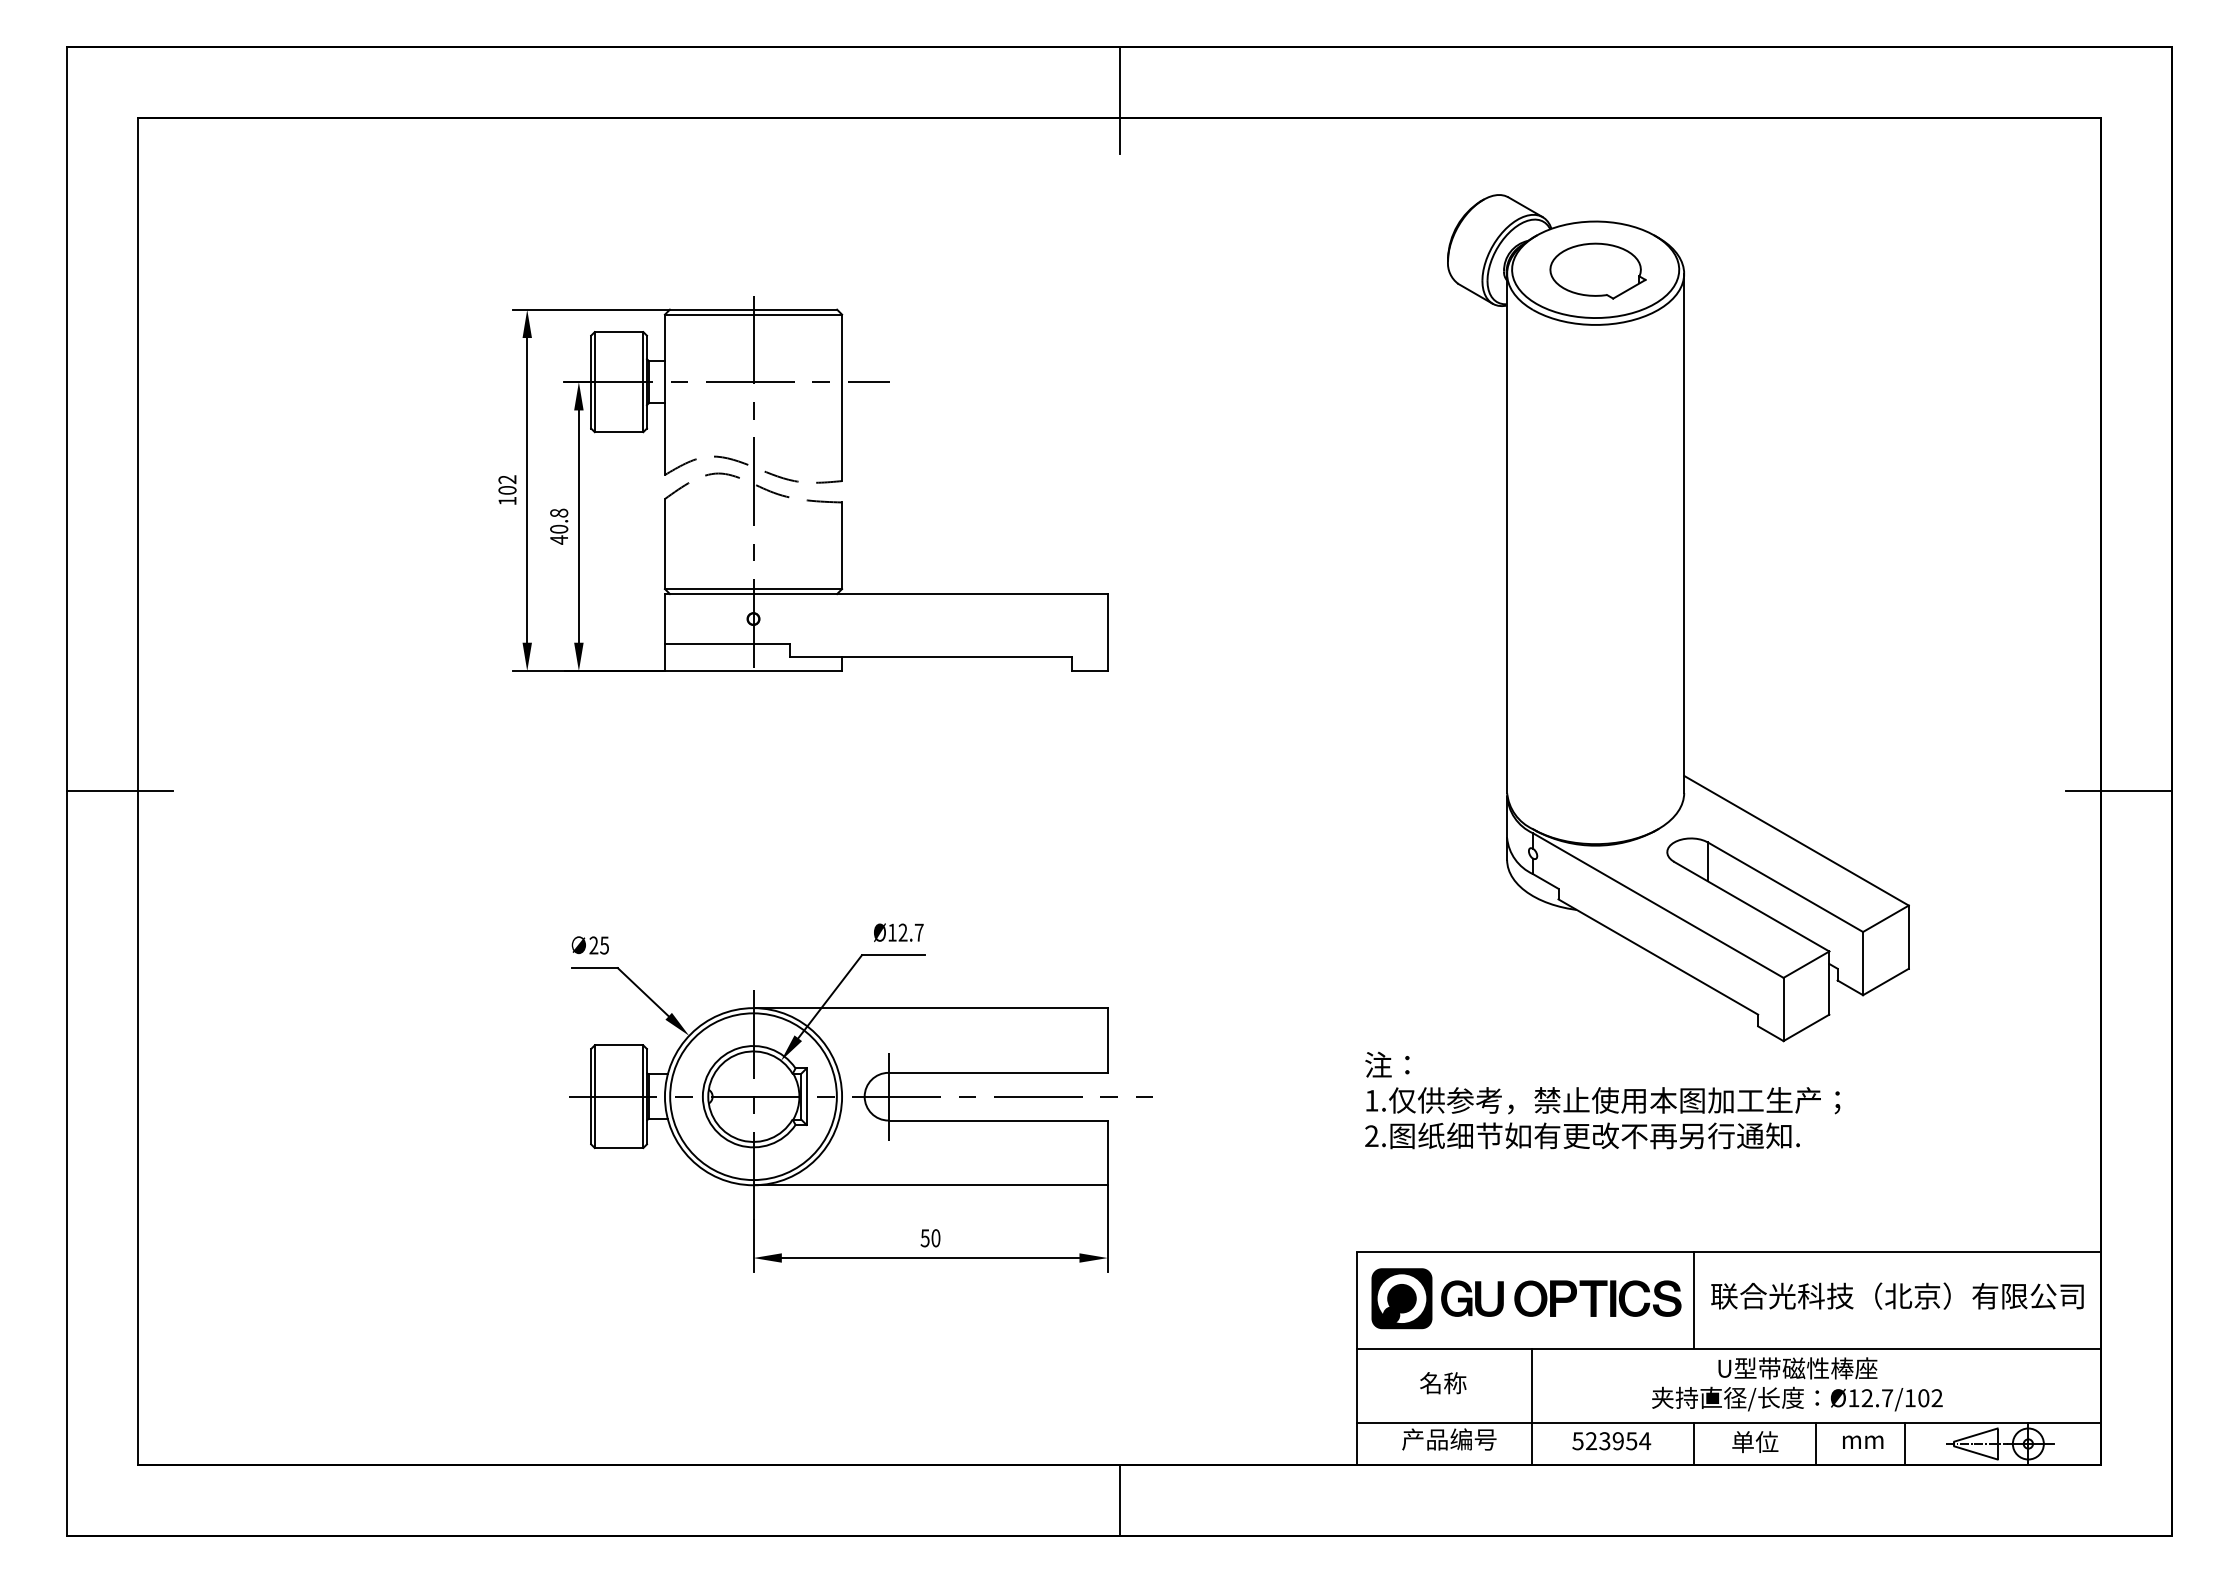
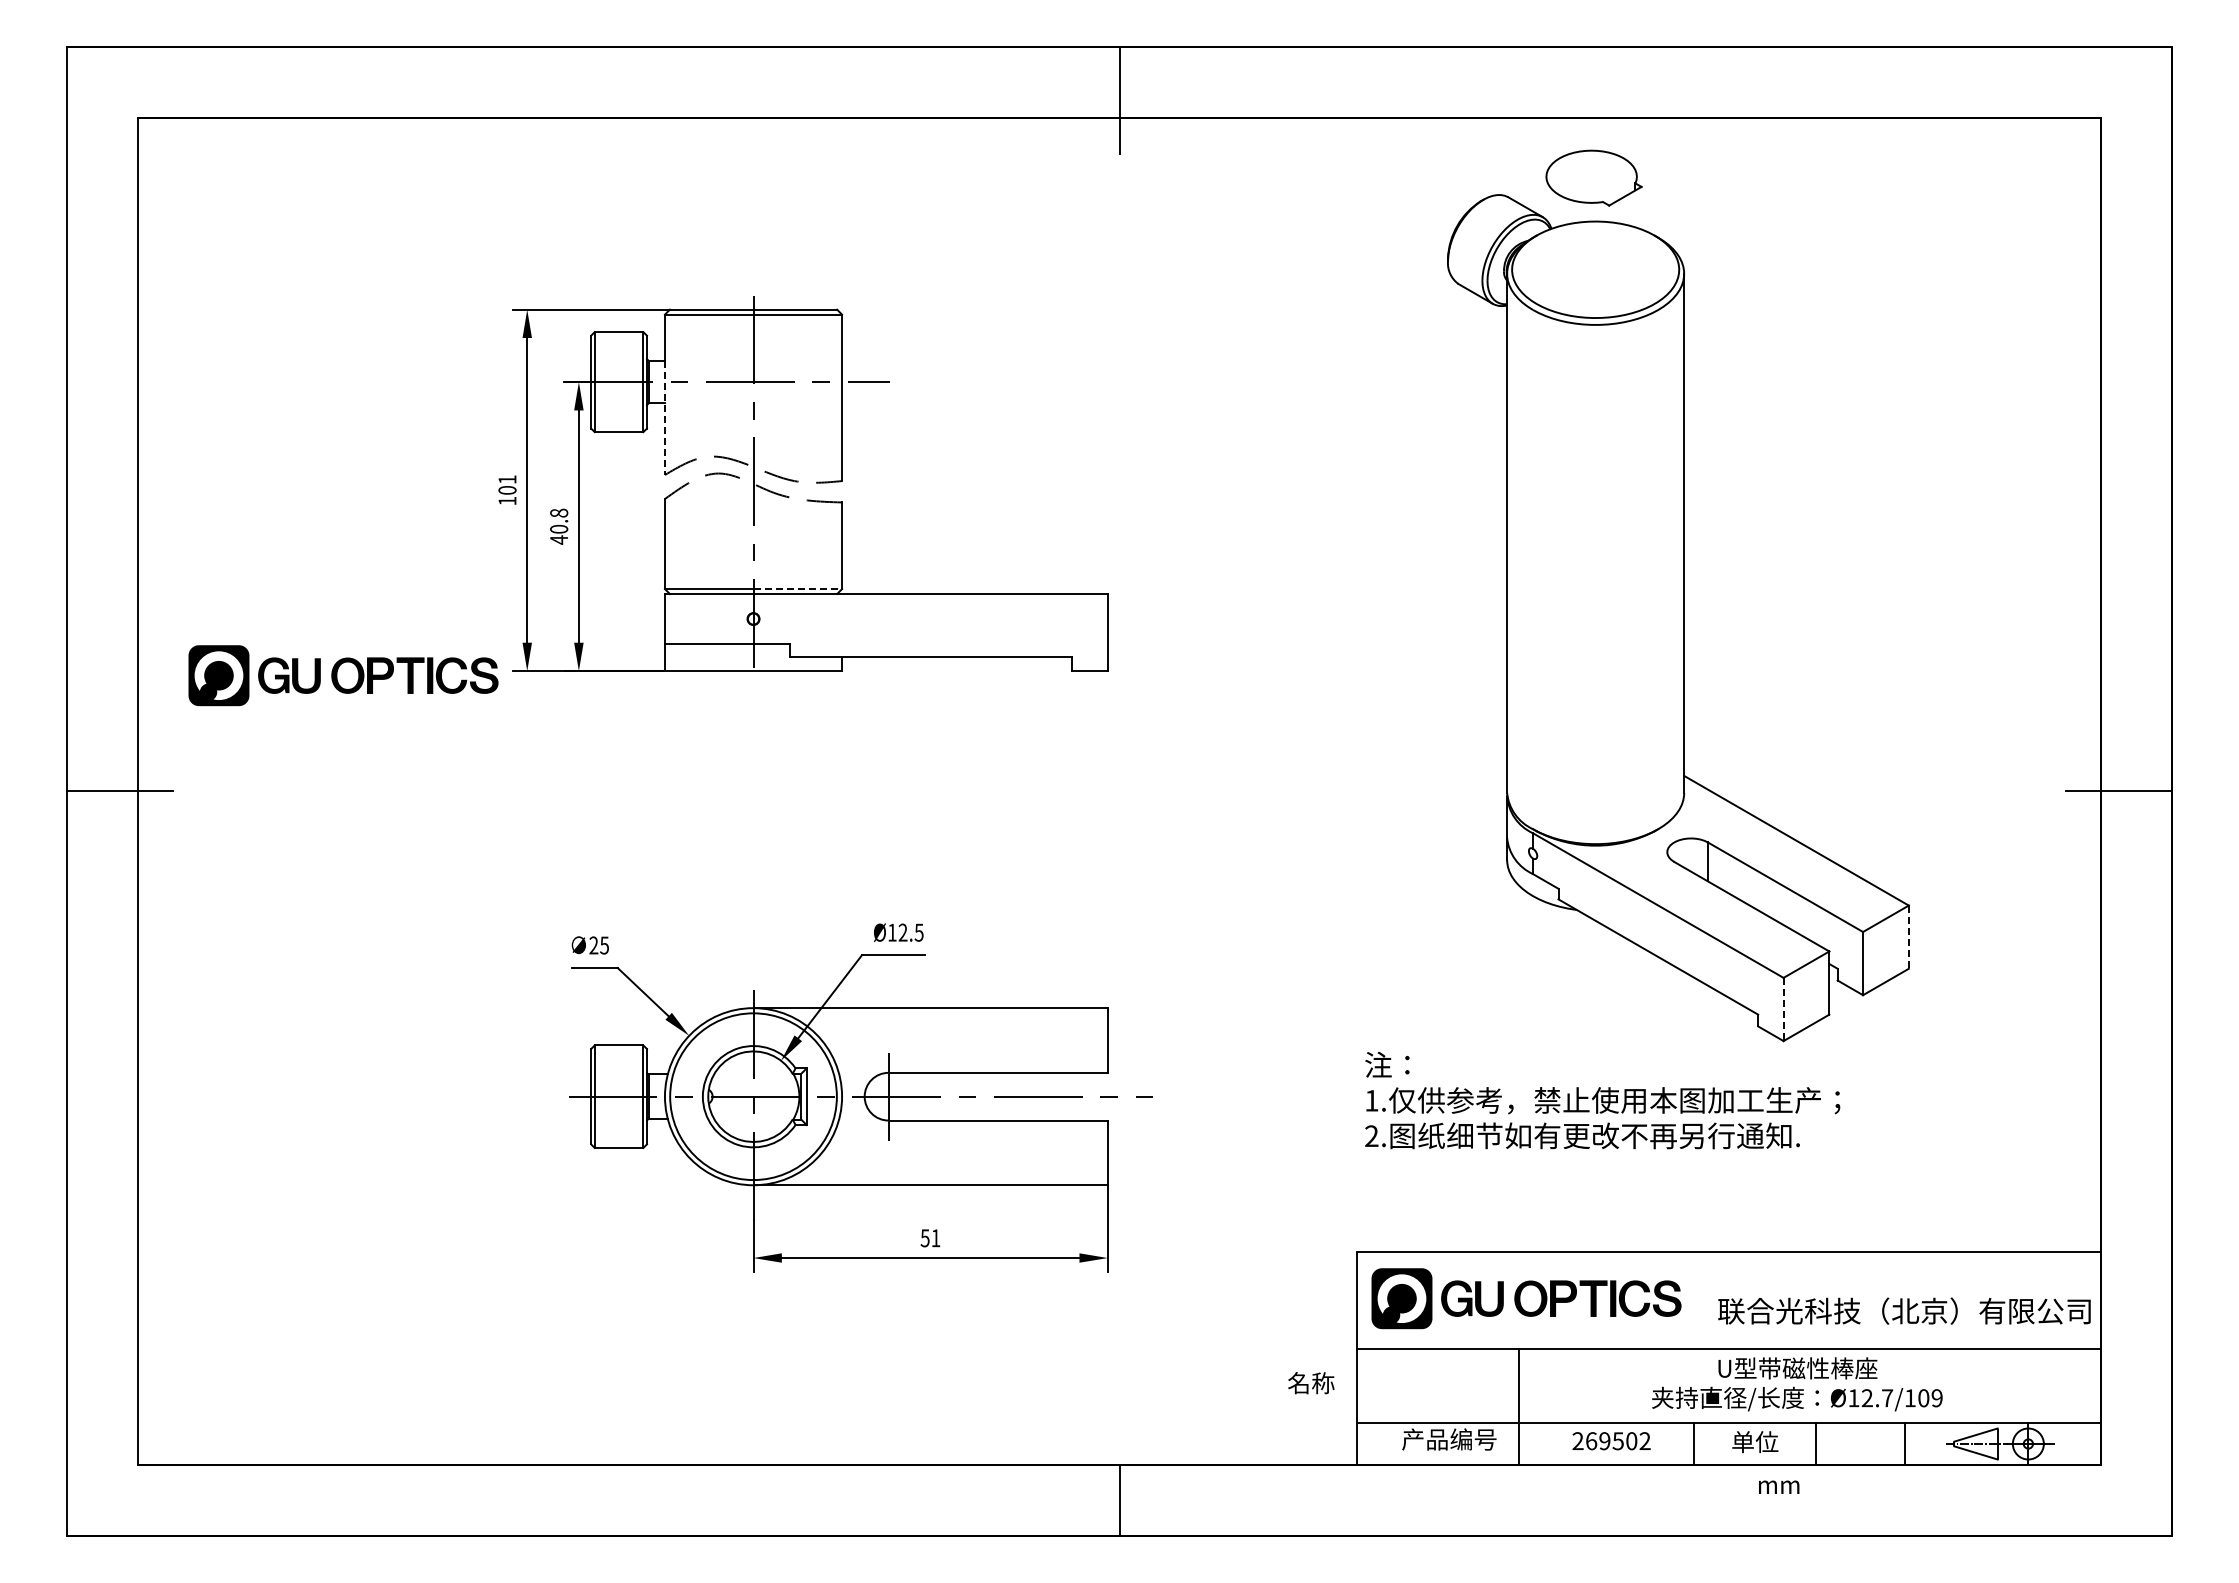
part at (1597, 270) position: (1597, 270) -> (1593, 177)
line at (664, 418): solid -> dashed
text at (507, 479): 102 -> 101
line at (798, 589): solid -> dashed
part at (343, 675): none -> present
text at (918, 932): Ø12.7 -> Ø12.5
line at (1908, 937): solid -> dashed
line at (1783, 1009): solid -> dashed
text at (935, 1238): 50 -> 51
text at (1897, 1295) position: (1897, 1295) -> (1904, 1310)
line at (1694, 1300): present -> none
text at (1443, 1383) position: (1443, 1383) -> (1311, 1383)
text at (1936, 1398): Ø12.7/102 -> Ø12.7/109
line at (1532, 1406) position: (1532, 1406) -> (1519, 1406)
text at (1611, 1441): 523954 -> 269502
text at (1863, 1441) position: (1863, 1441) -> (1779, 1486)
